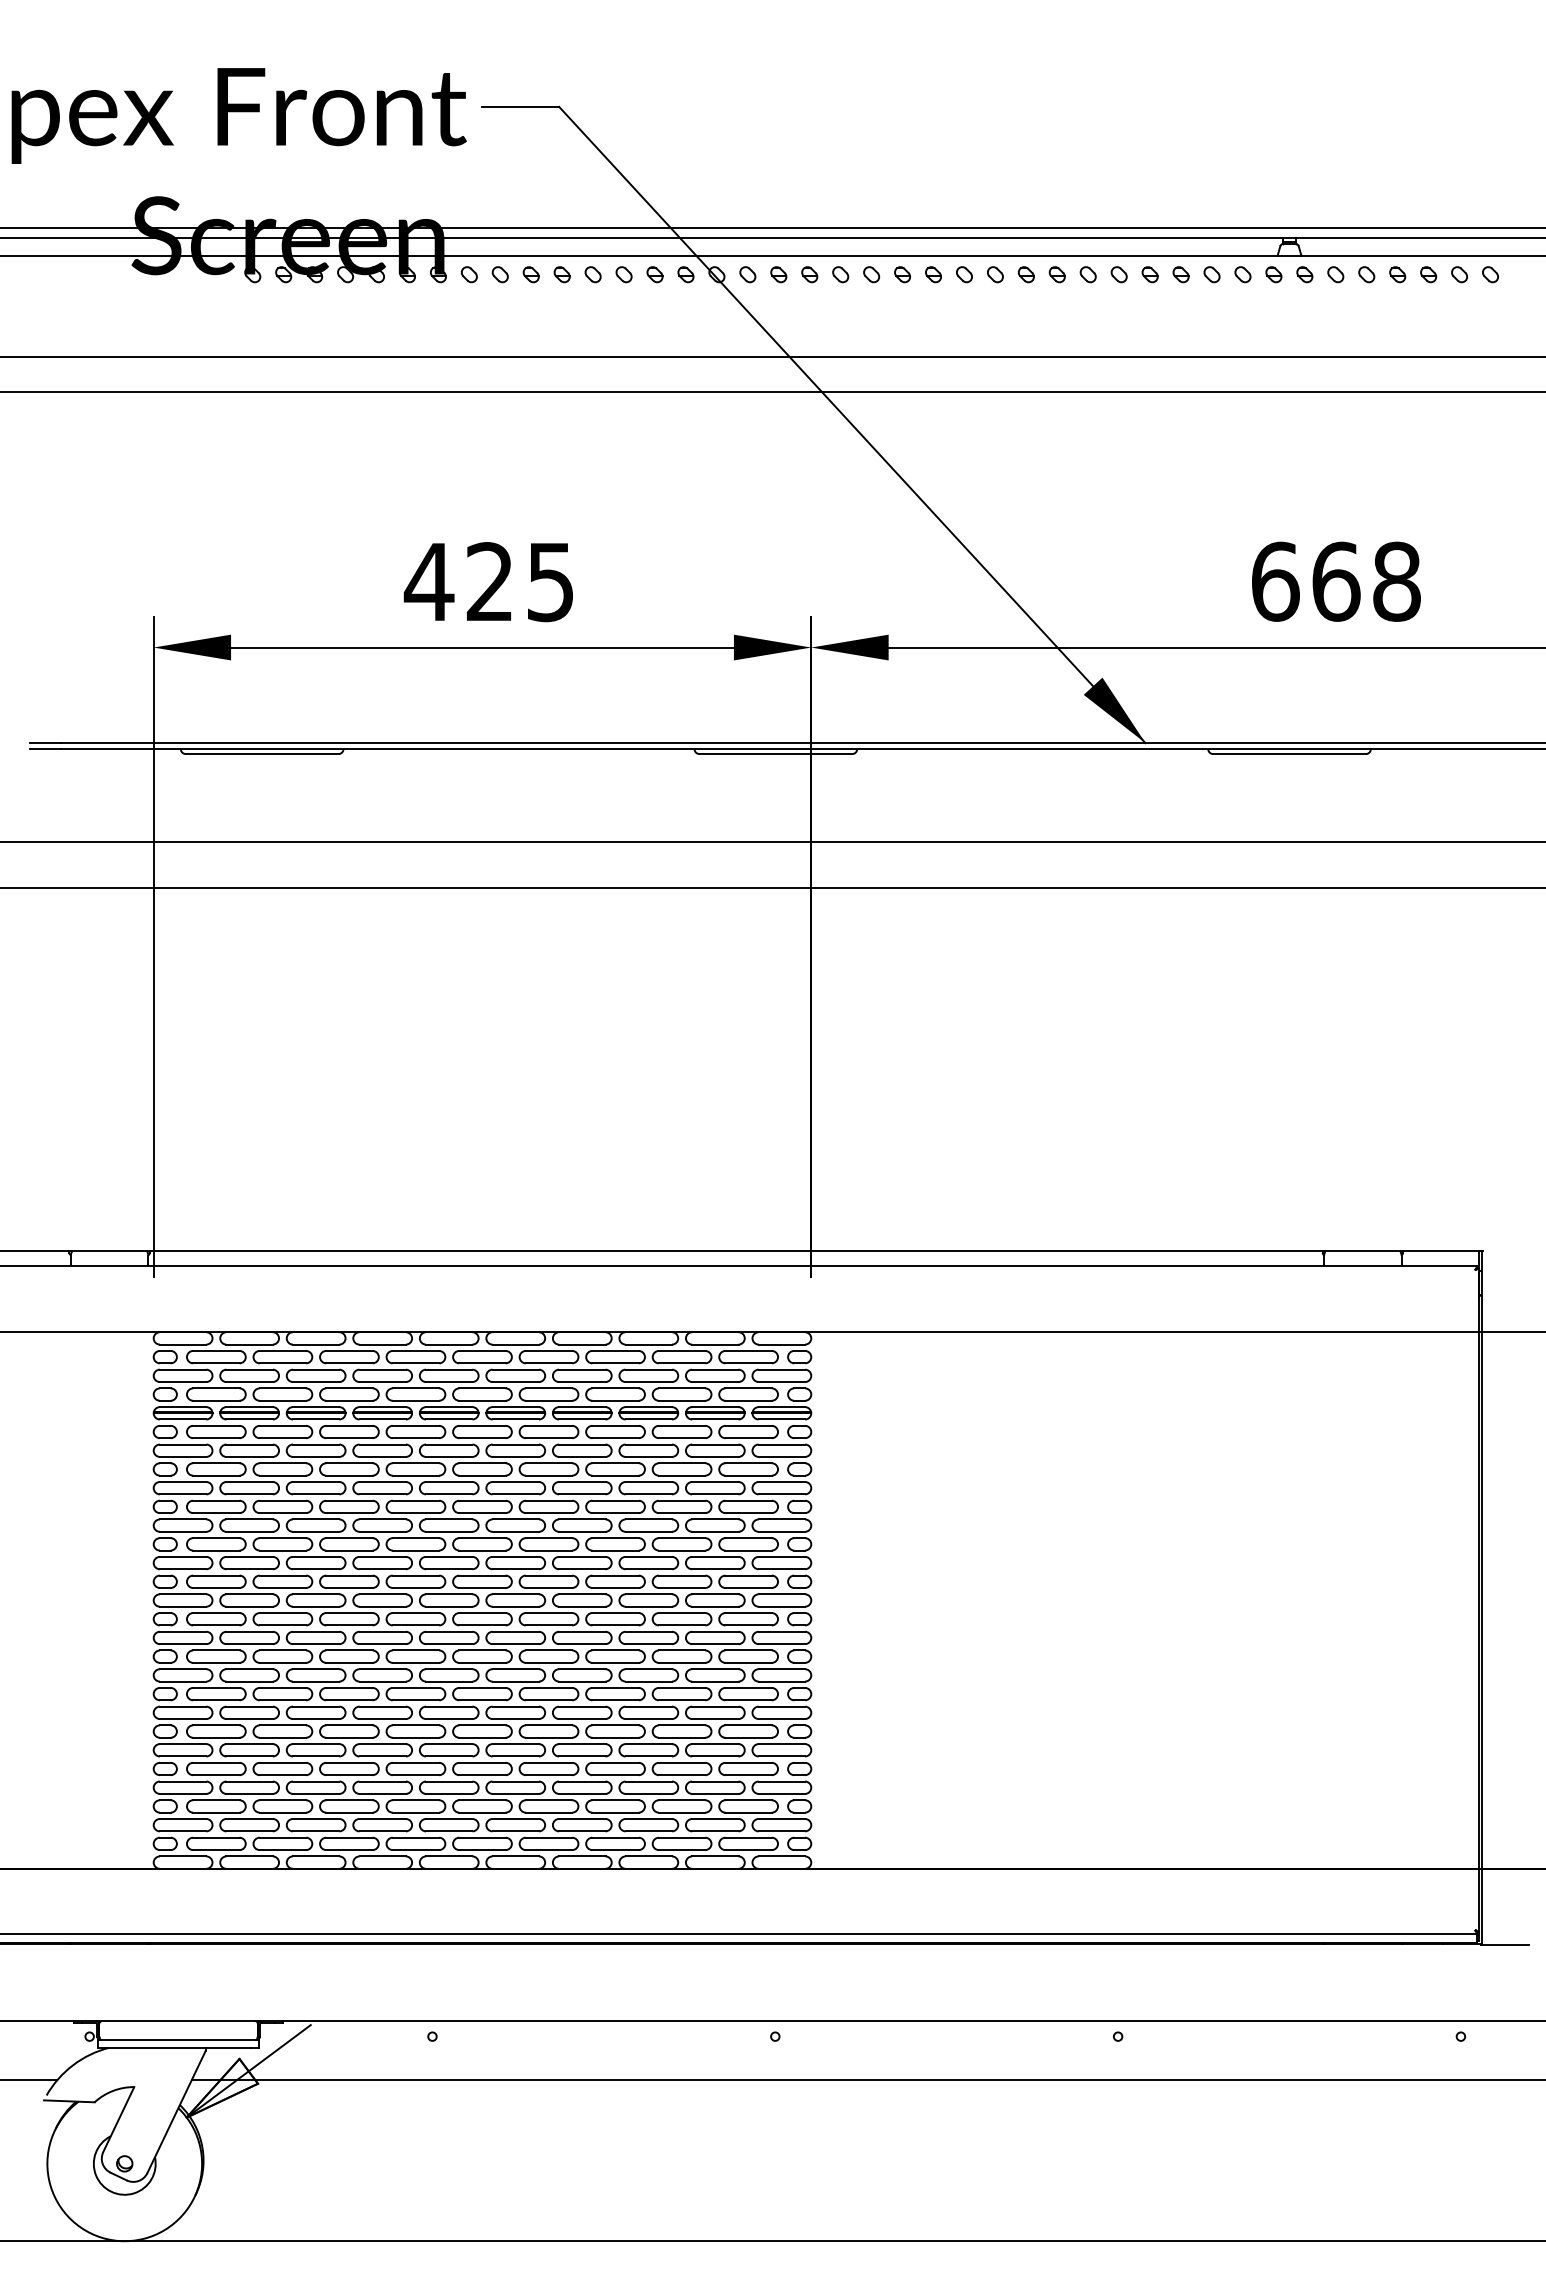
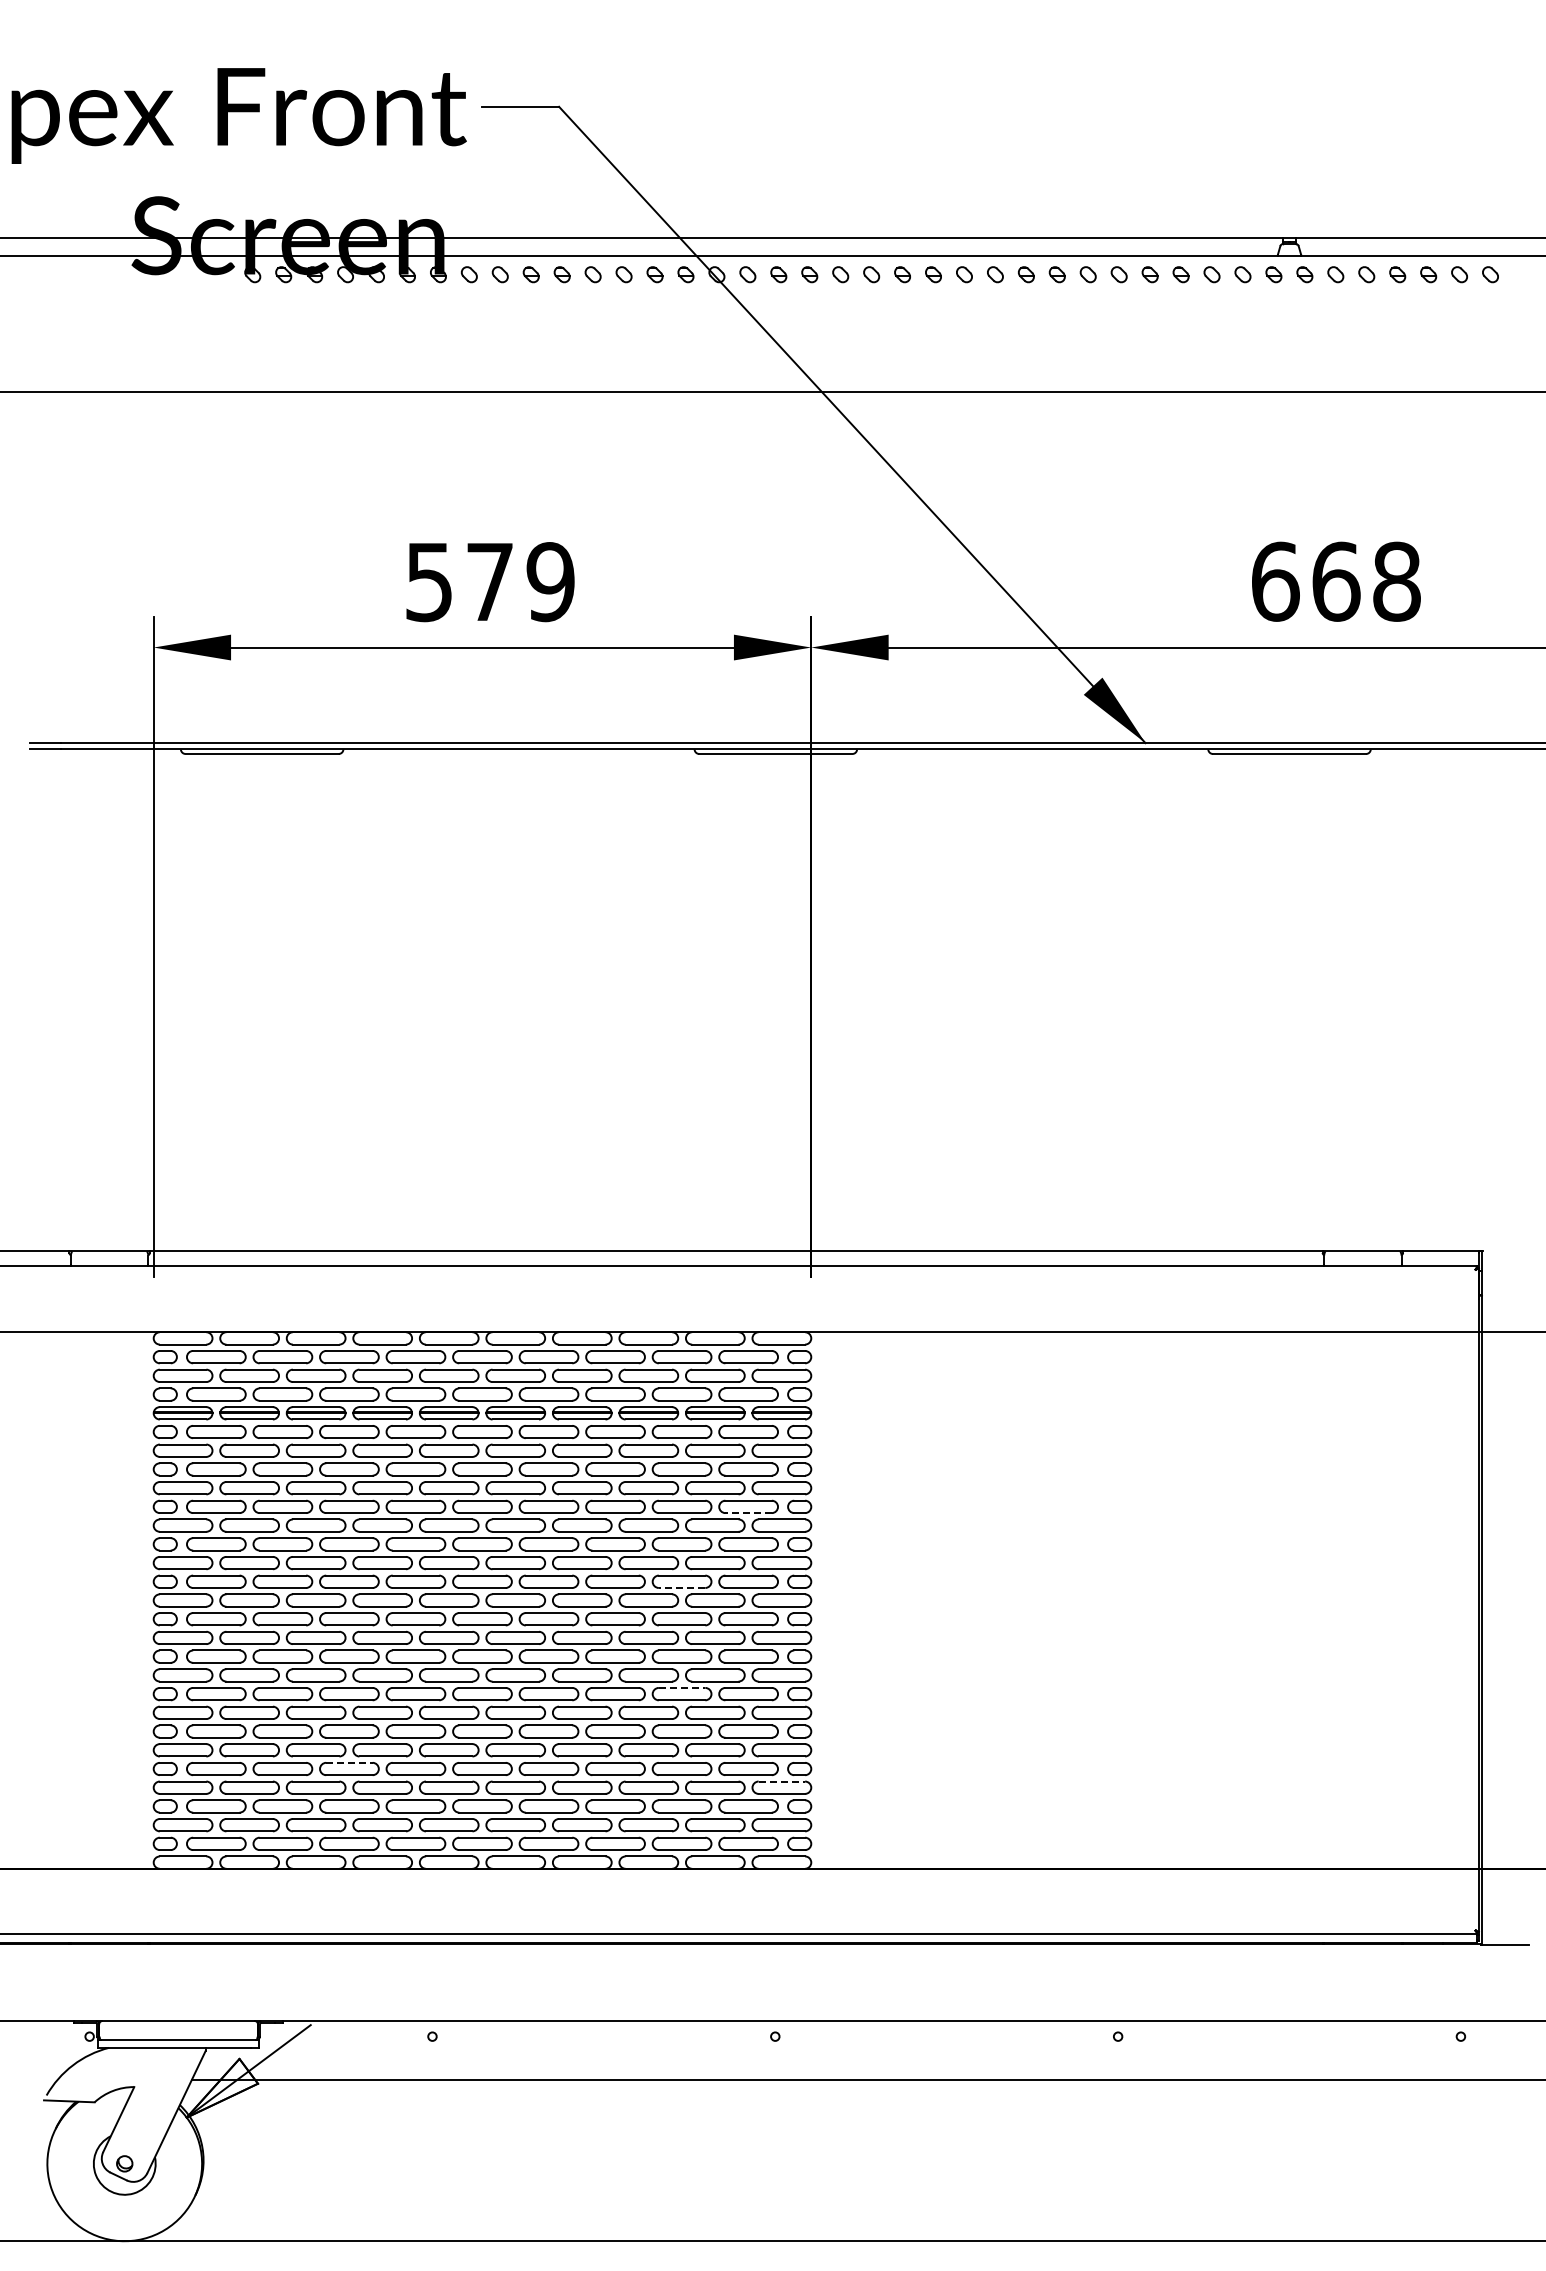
line at (772, 228): present -> none
line at (772, 356): present -> none
text at (488, 582): 425 -> 579
line at (772, 841): present -> none
line at (772, 888): present -> none
line at (748, 1513): solid -> dashed
line at (681, 1587): solid -> dashed
line at (682, 1687): solid -> dashed
line at (349, 1762): solid -> dashed
line at (782, 1781): solid -> dashed
line at (29, 2080): present -> none
